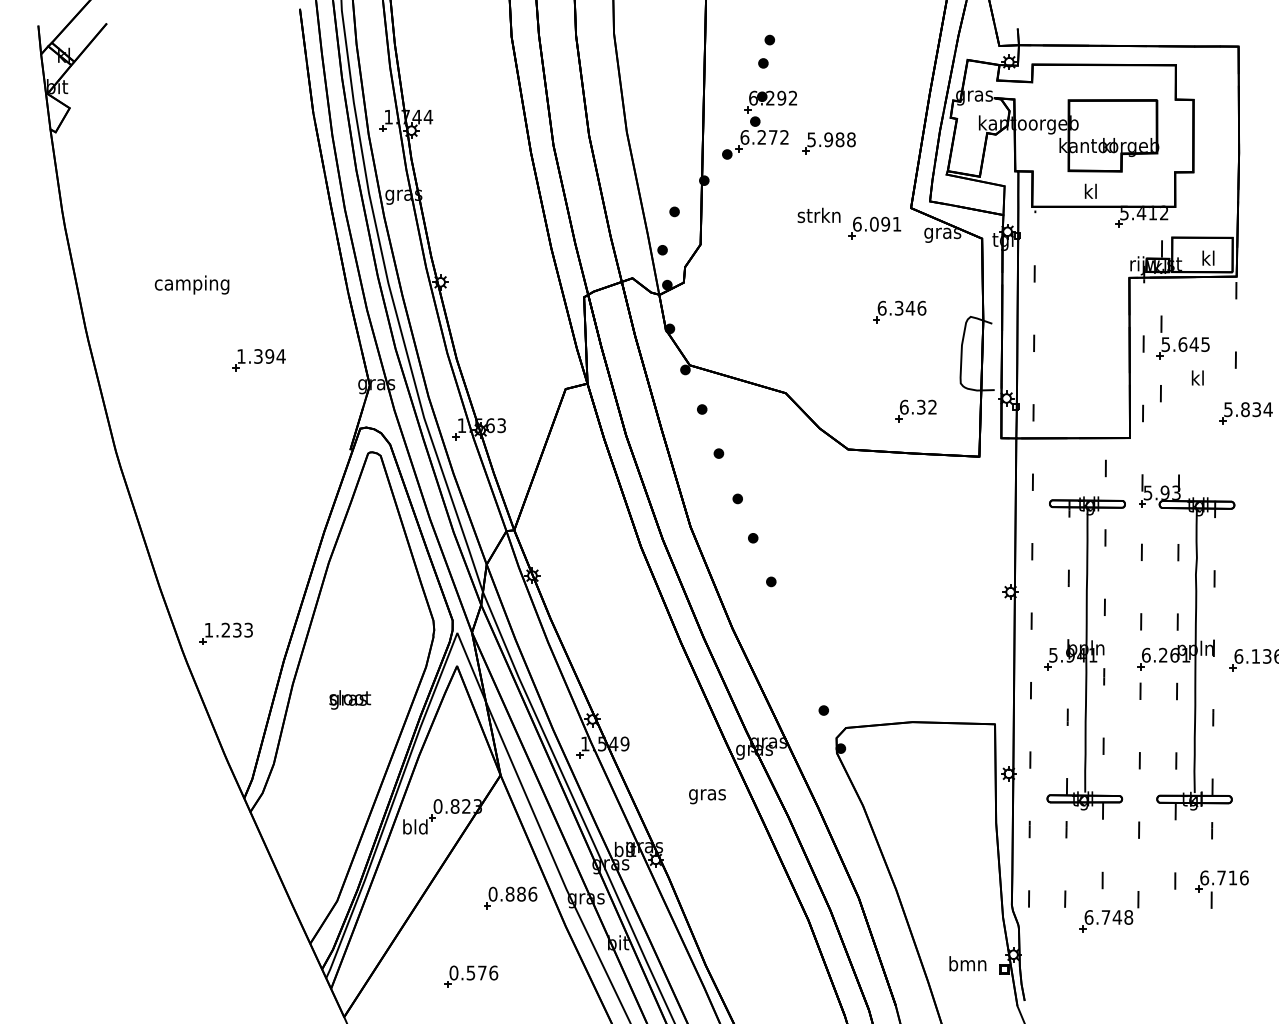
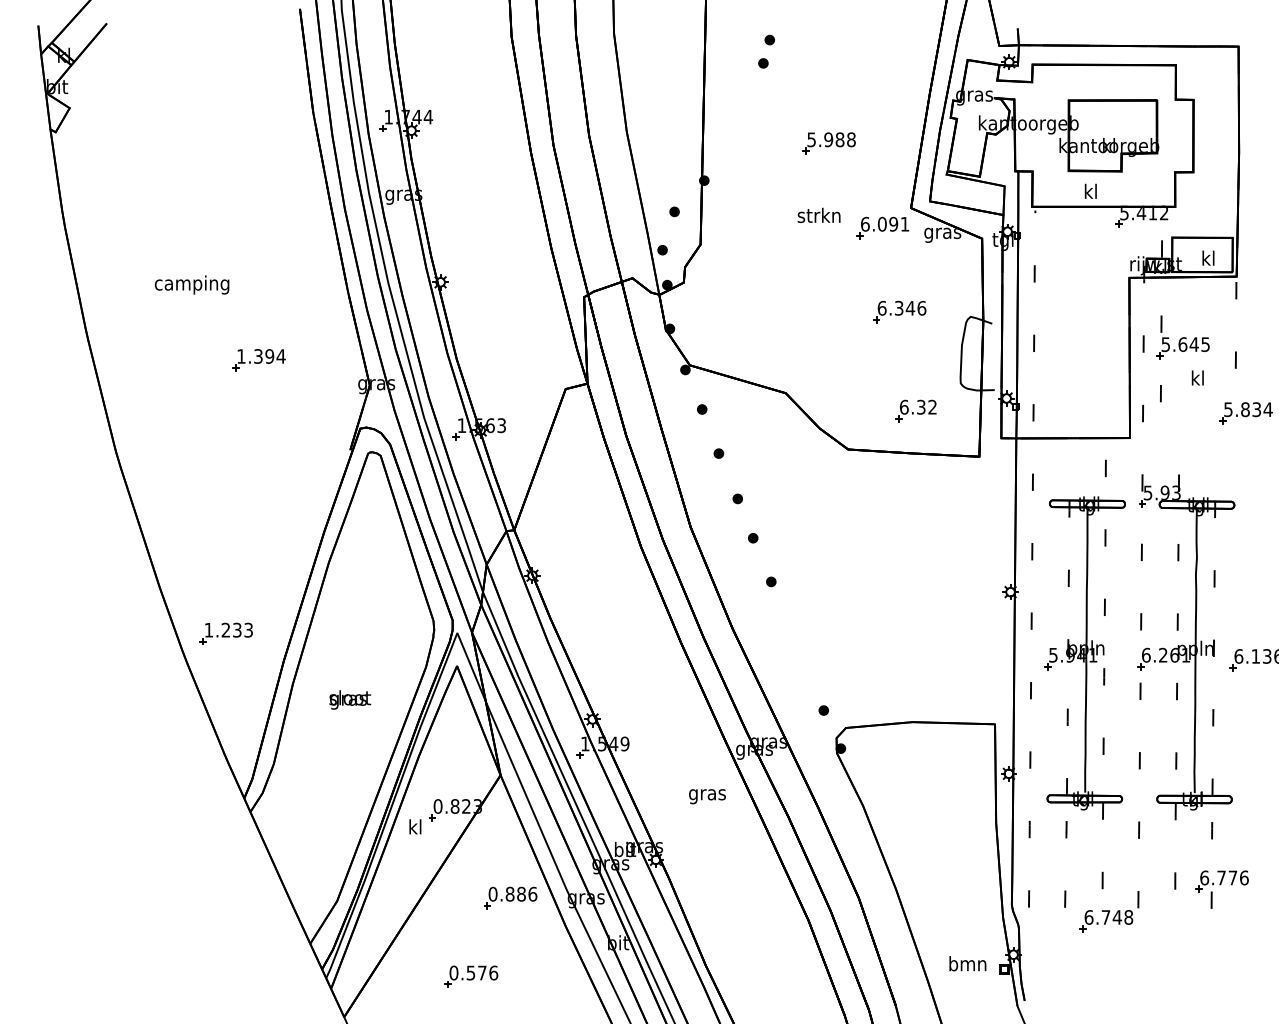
part at (759, 124): present -> none
part at (874, 227) position: (874, 227) -> (882, 227)
text at (415, 826): bld -> kl
text at (1232, 877): 6.716 -> 6.776
